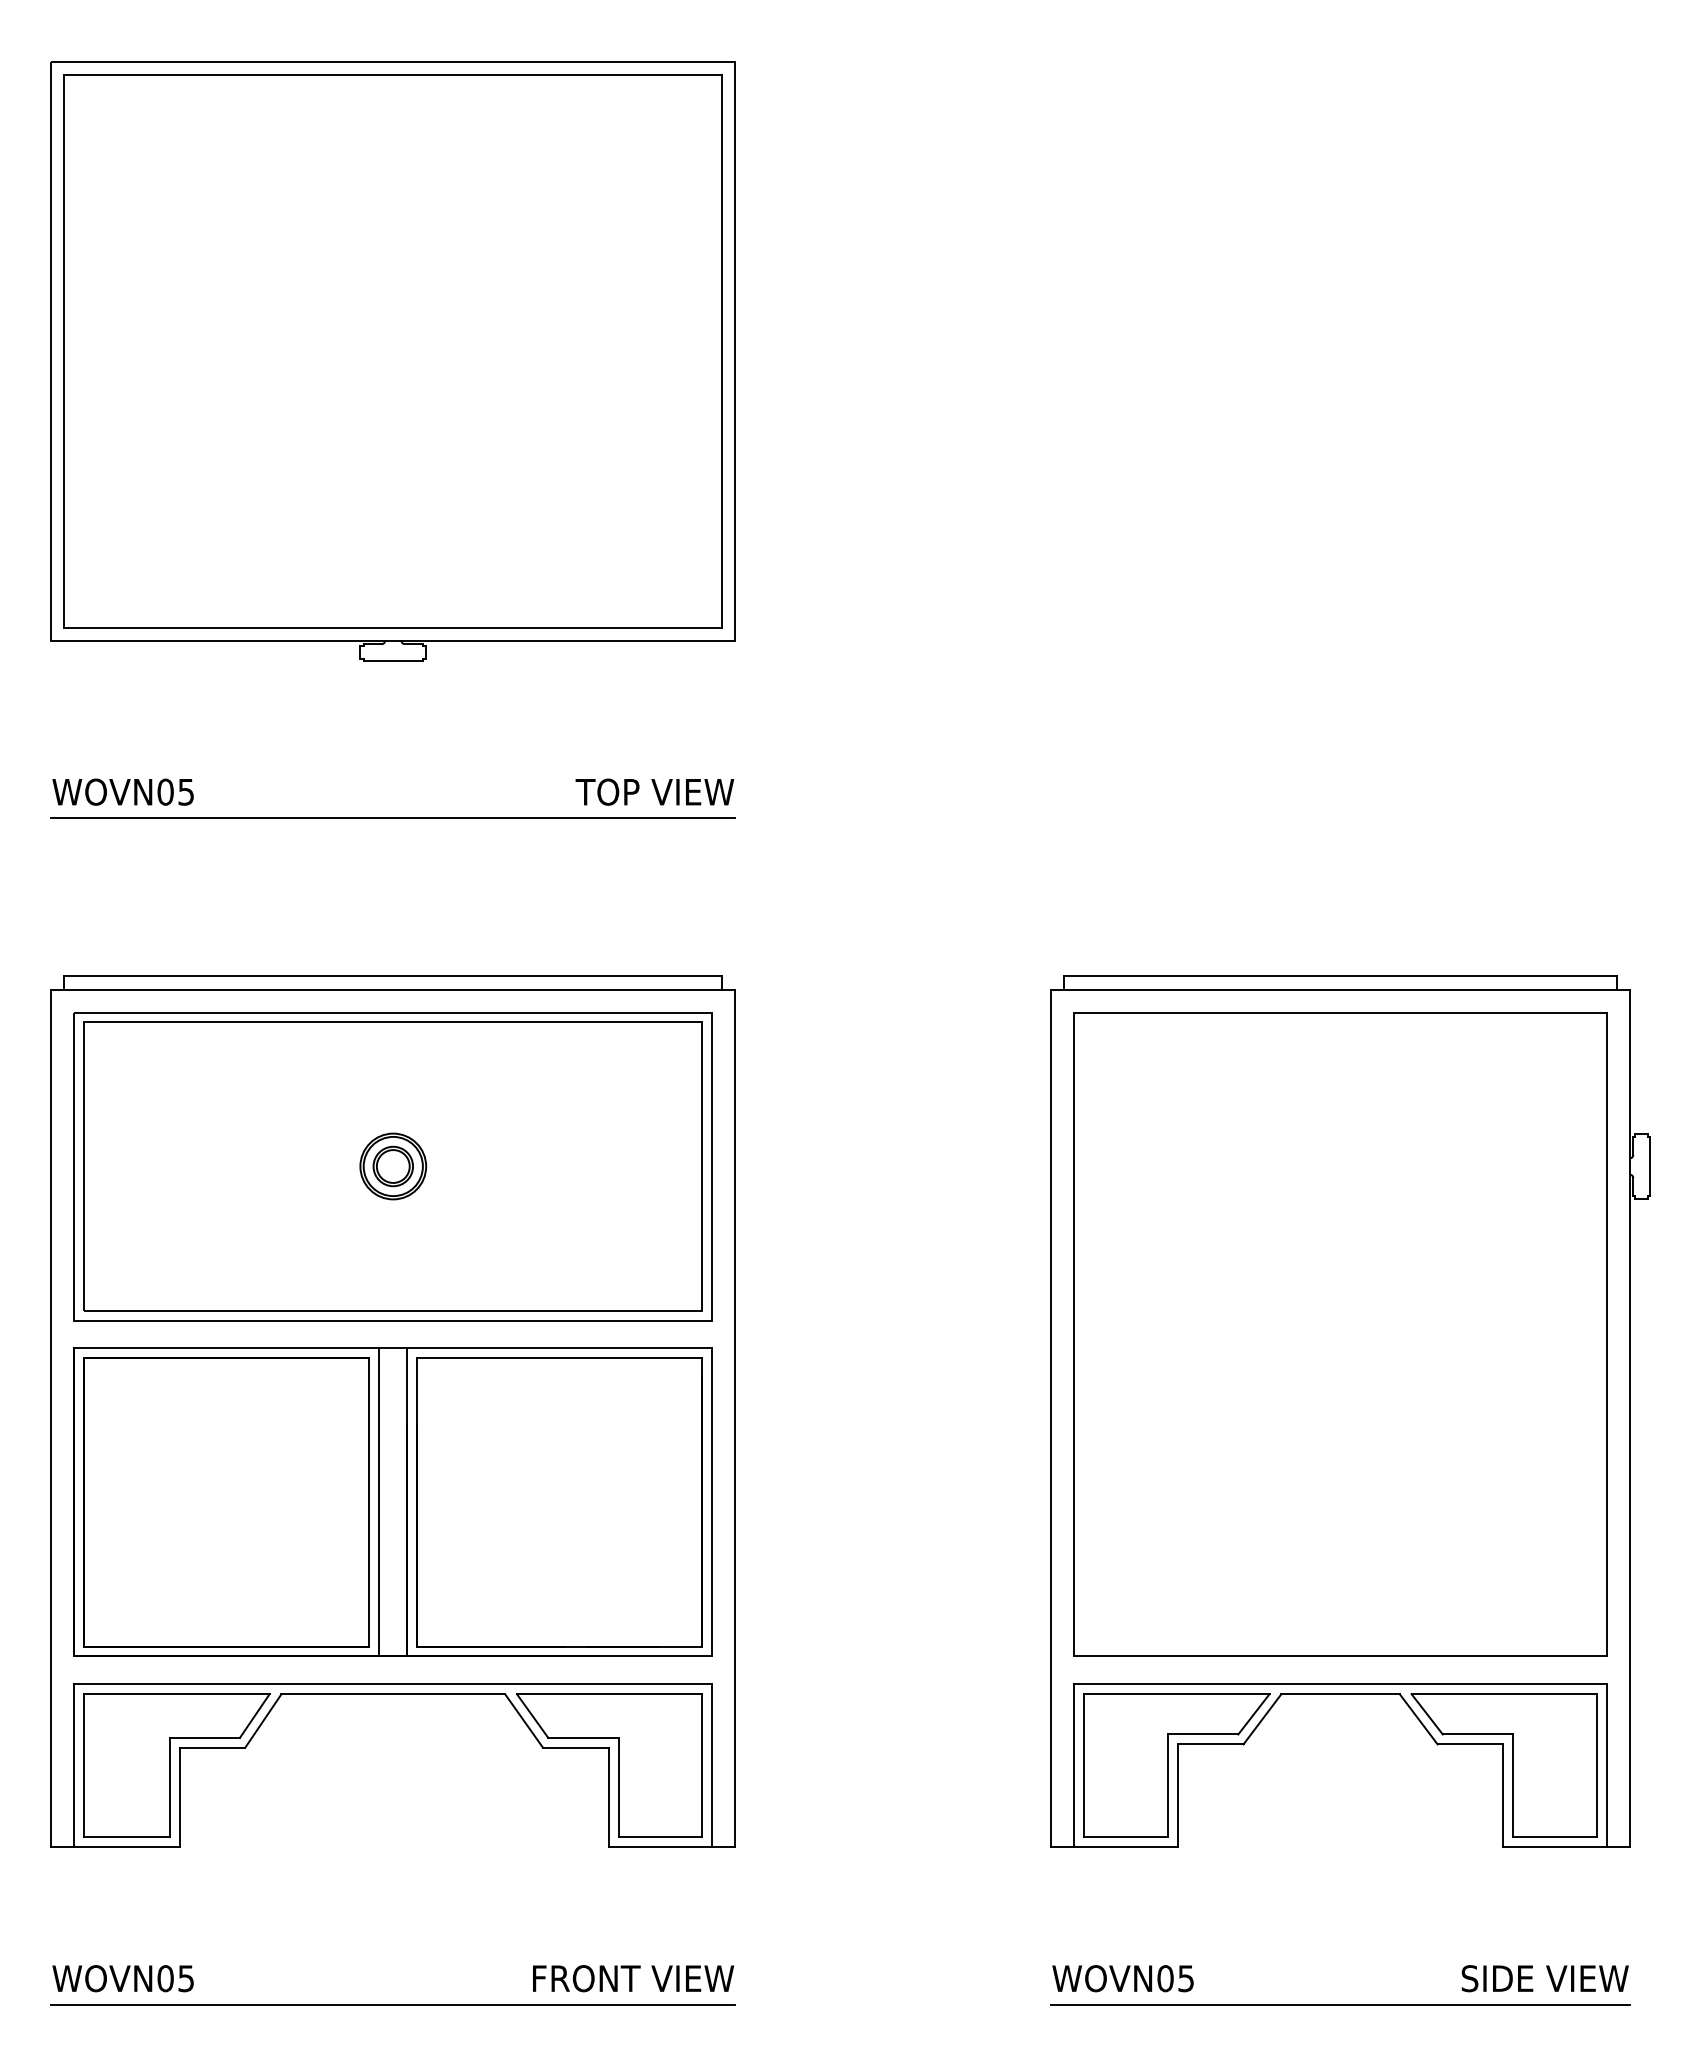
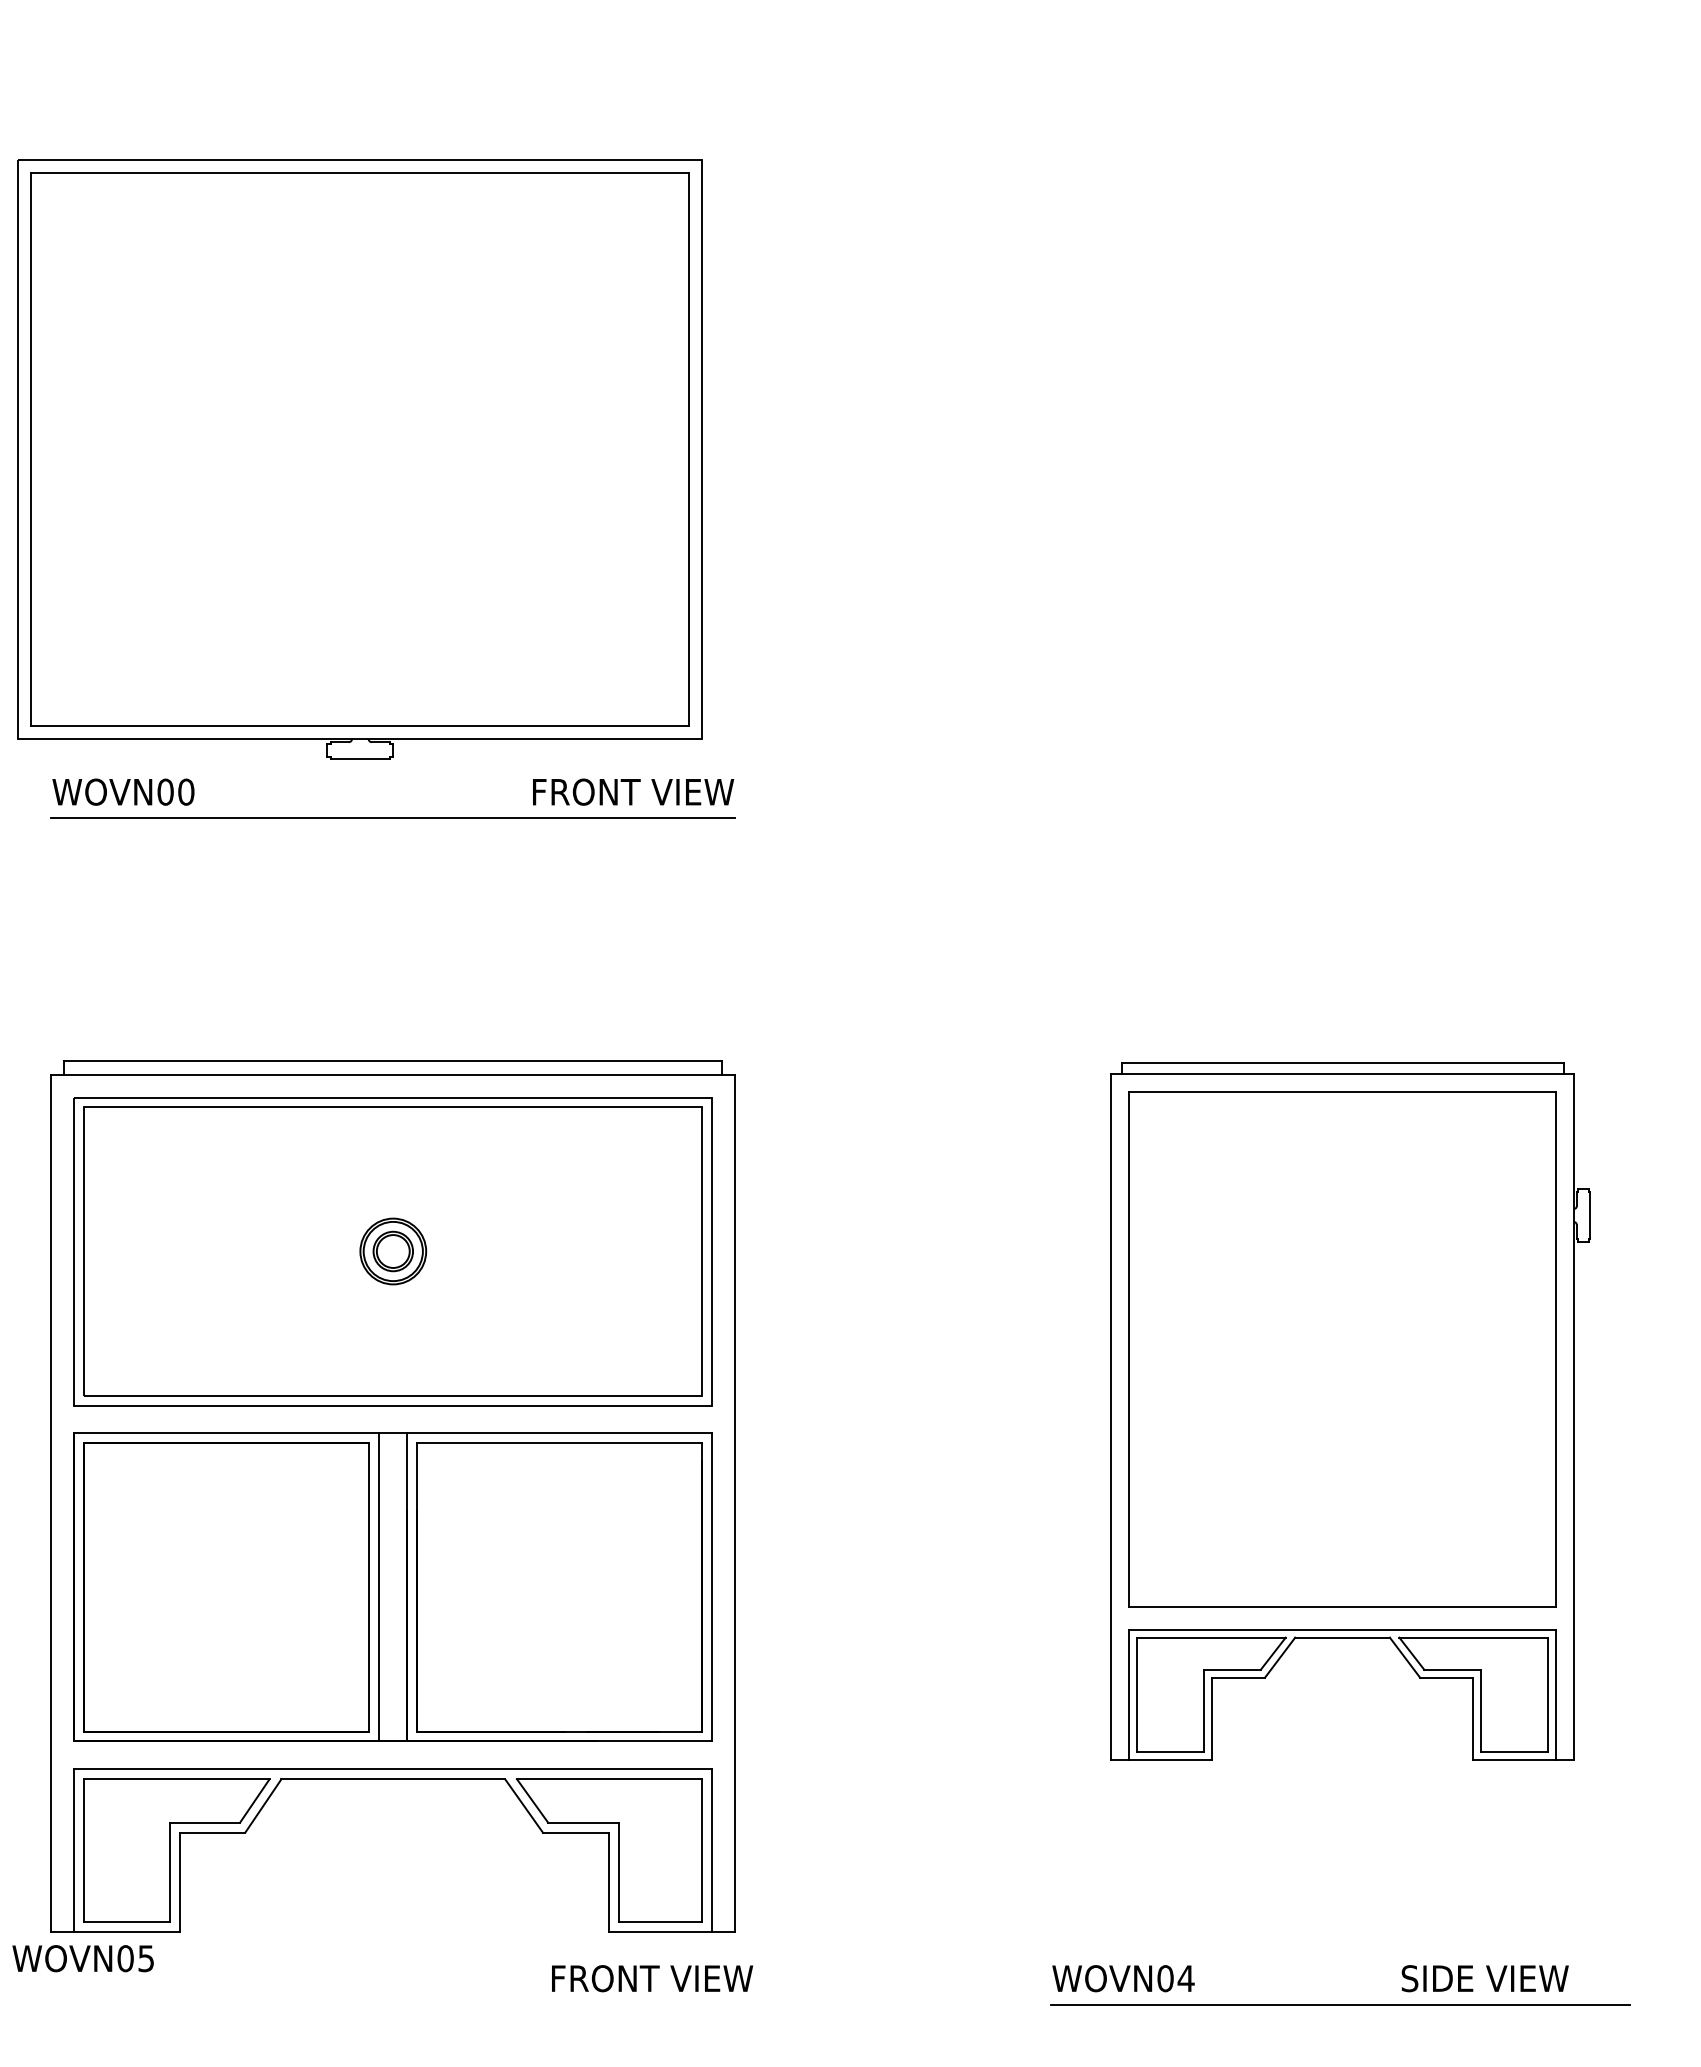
part at (392, 361) position: (392, 361) -> (359, 459)
text at (186, 791): WOVN05 -> WOVN00
text at (586, 791): TOP VIEW -> FRONT VIEW
part at (392, 1411) position: (392, 1411) -> (392, 1496)
part at (1350, 1411) size: 601x873 px -> 481x699 px
text at (122, 1978) position: (122, 1978) -> (82, 1958)
text at (633, 1978) position: (633, 1978) -> (652, 1978)
text at (1185, 1978): WOVN05 -> WOVN04
text at (1544, 1978) position: (1544, 1978) -> (1484, 1978)
line at (393, 2004): present -> none
